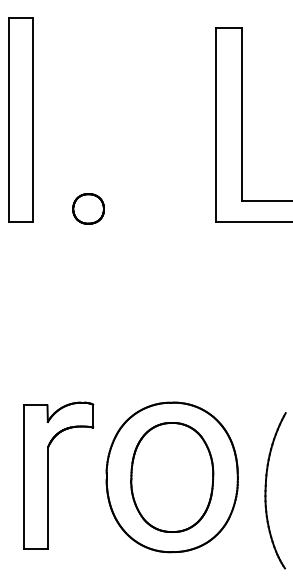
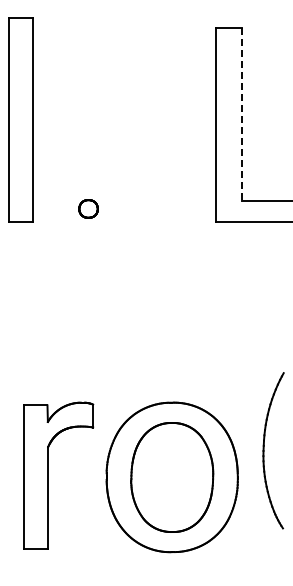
line at (241, 114): solid -> dashed
part at (88, 208) size: 33x32 px -> 21x20 px
part at (266, 490) position: (266, 490) -> (264, 450)
